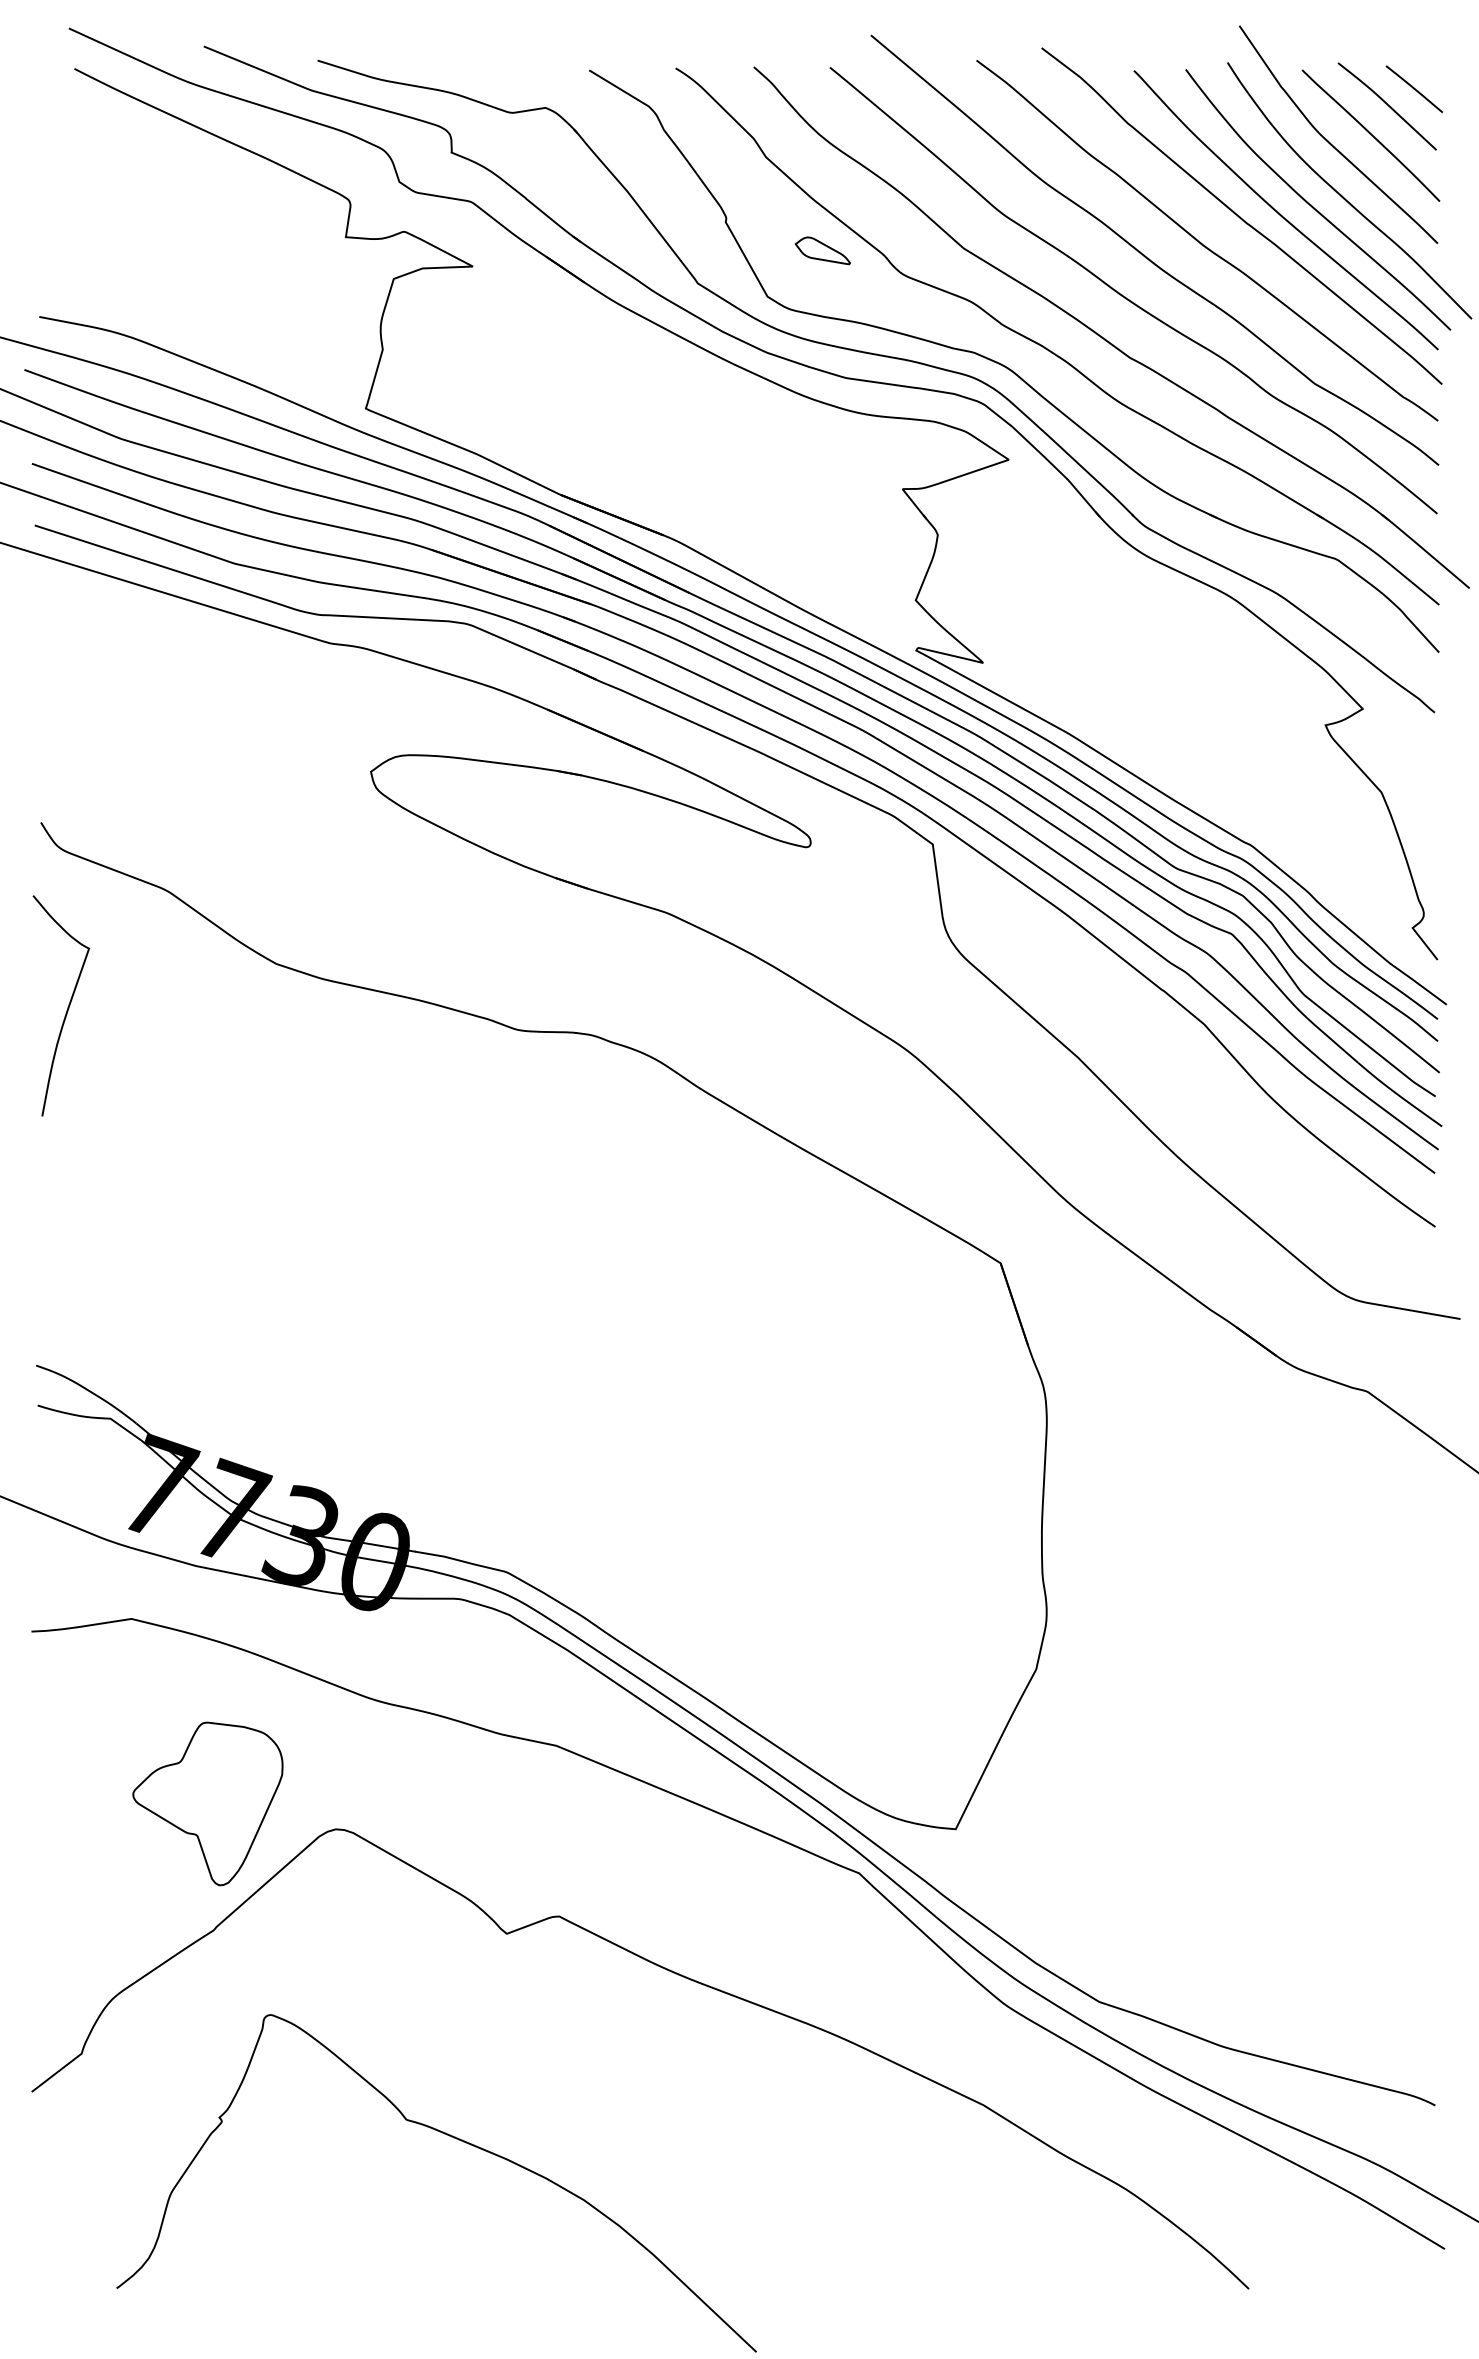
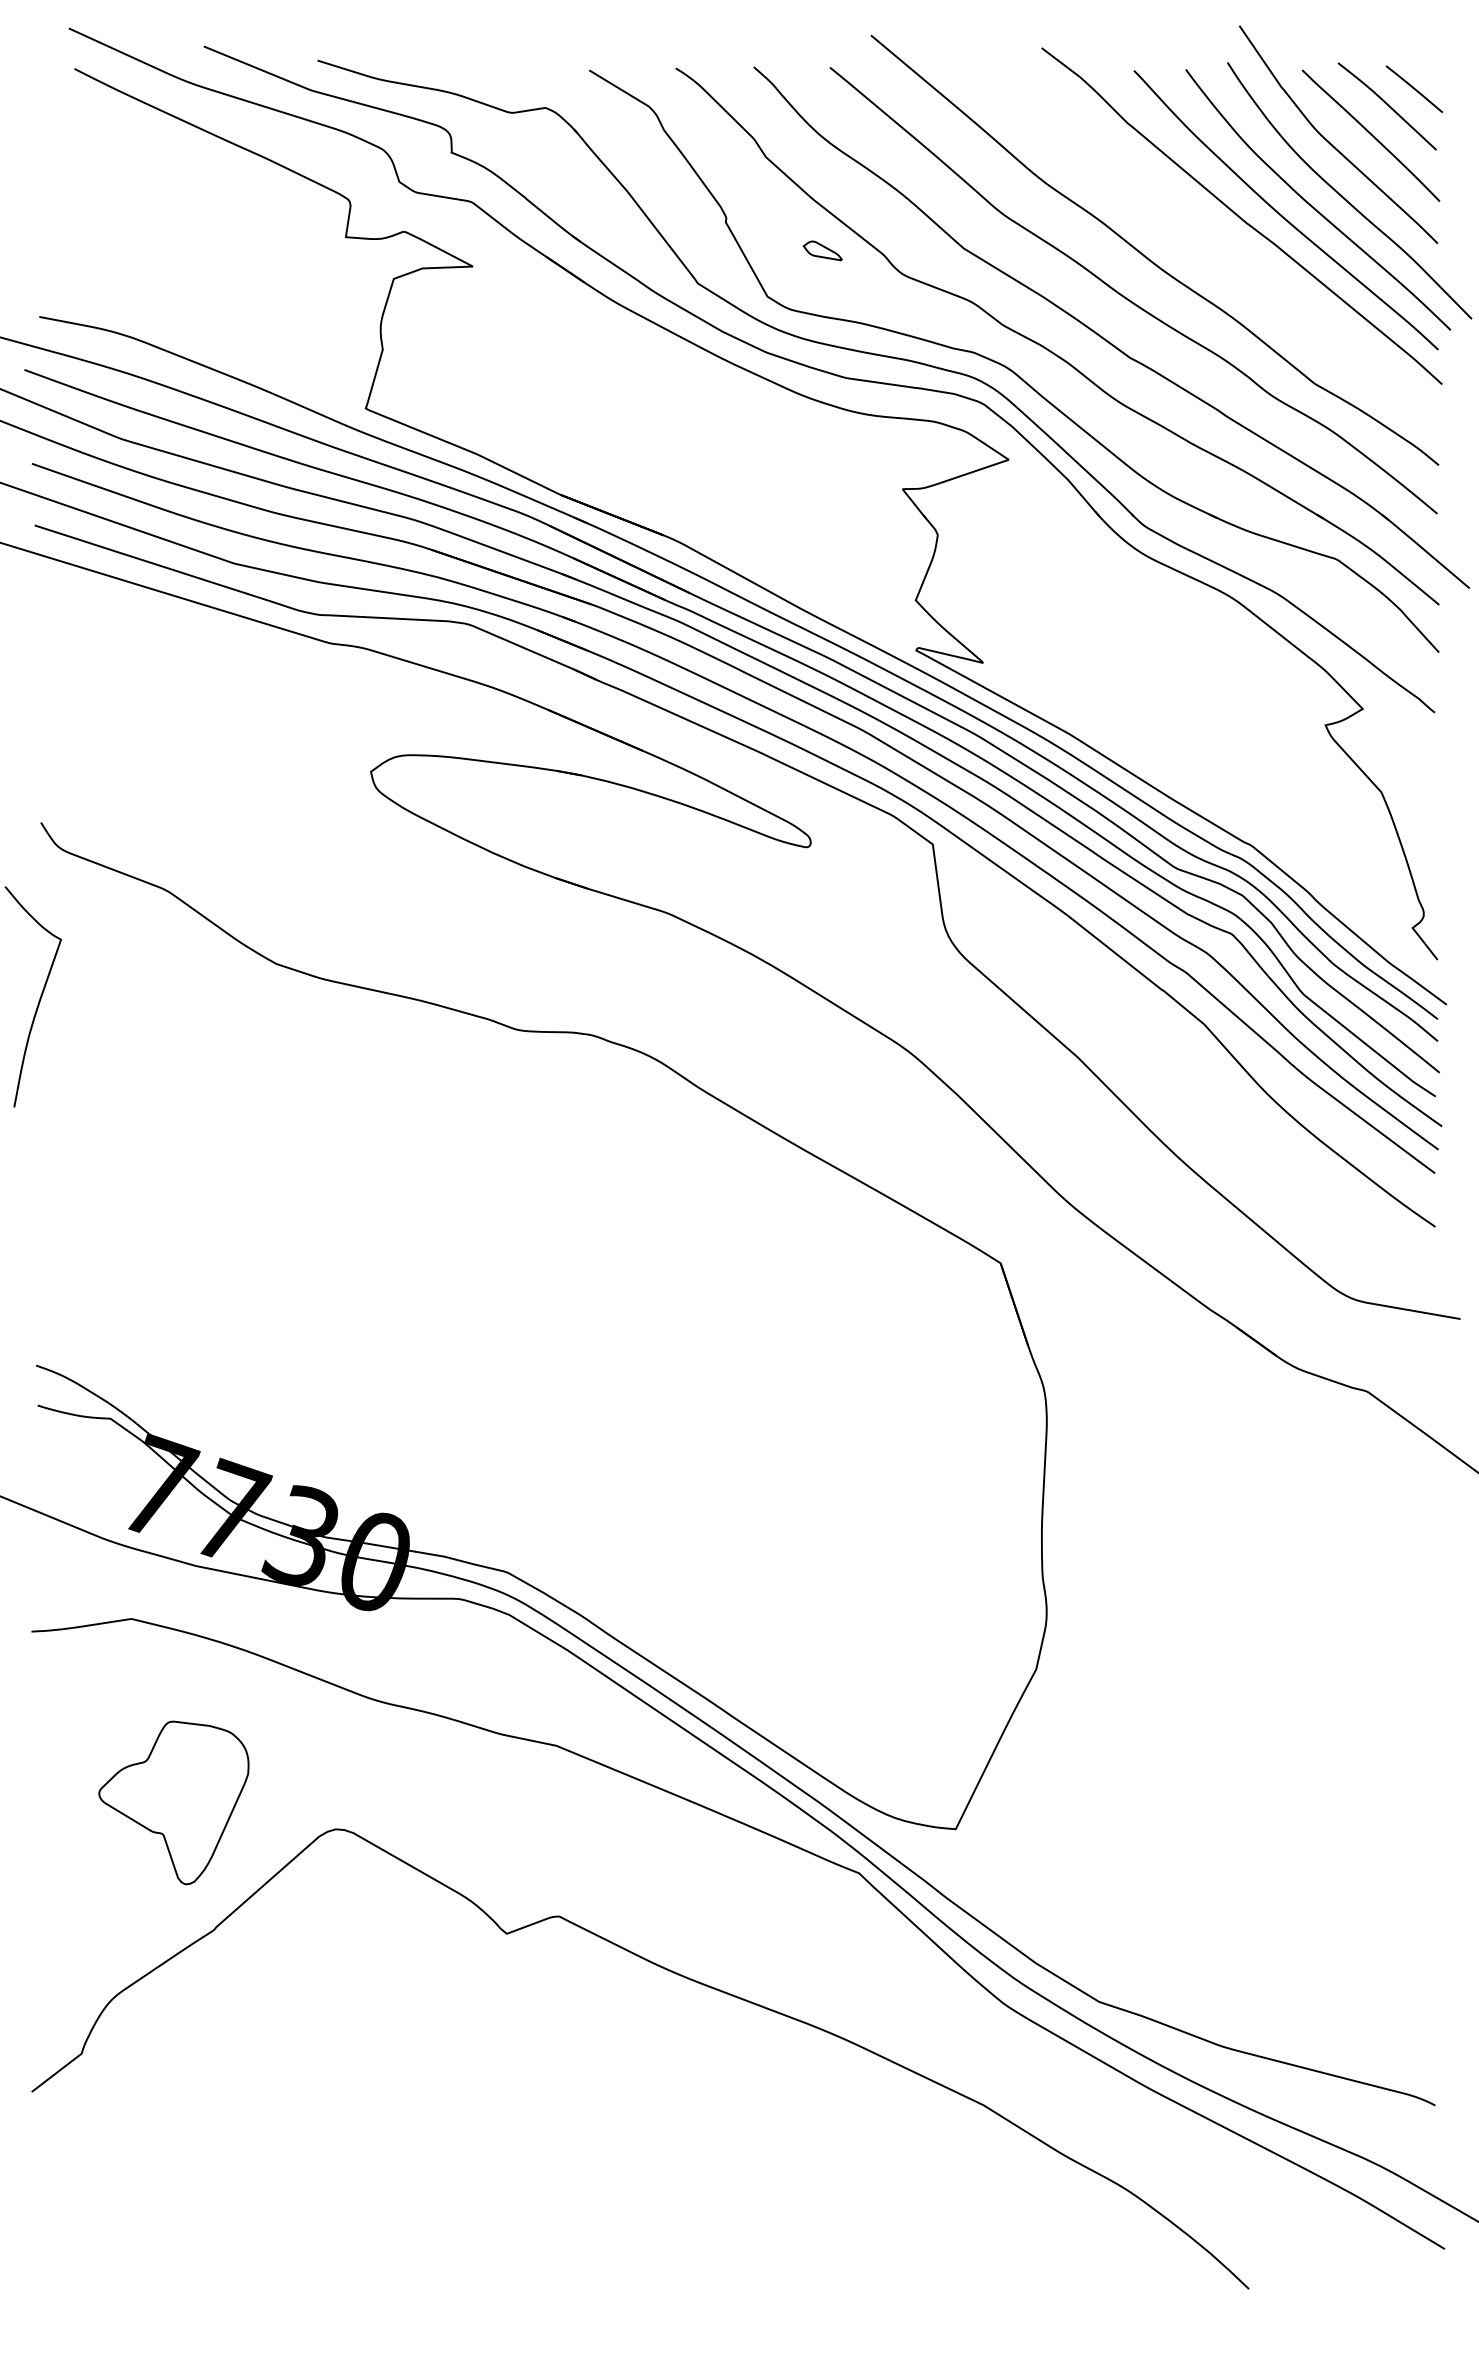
curve at (1205, 245): present -> none
part at (822, 250) size: 57x30 px -> 41x22 px
curve at (67, 1007) position: (67, 1007) -> (39, 998)
part at (207, 1803) position: (207, 1803) -> (173, 1802)
curve at (458, 2140): present -> none
